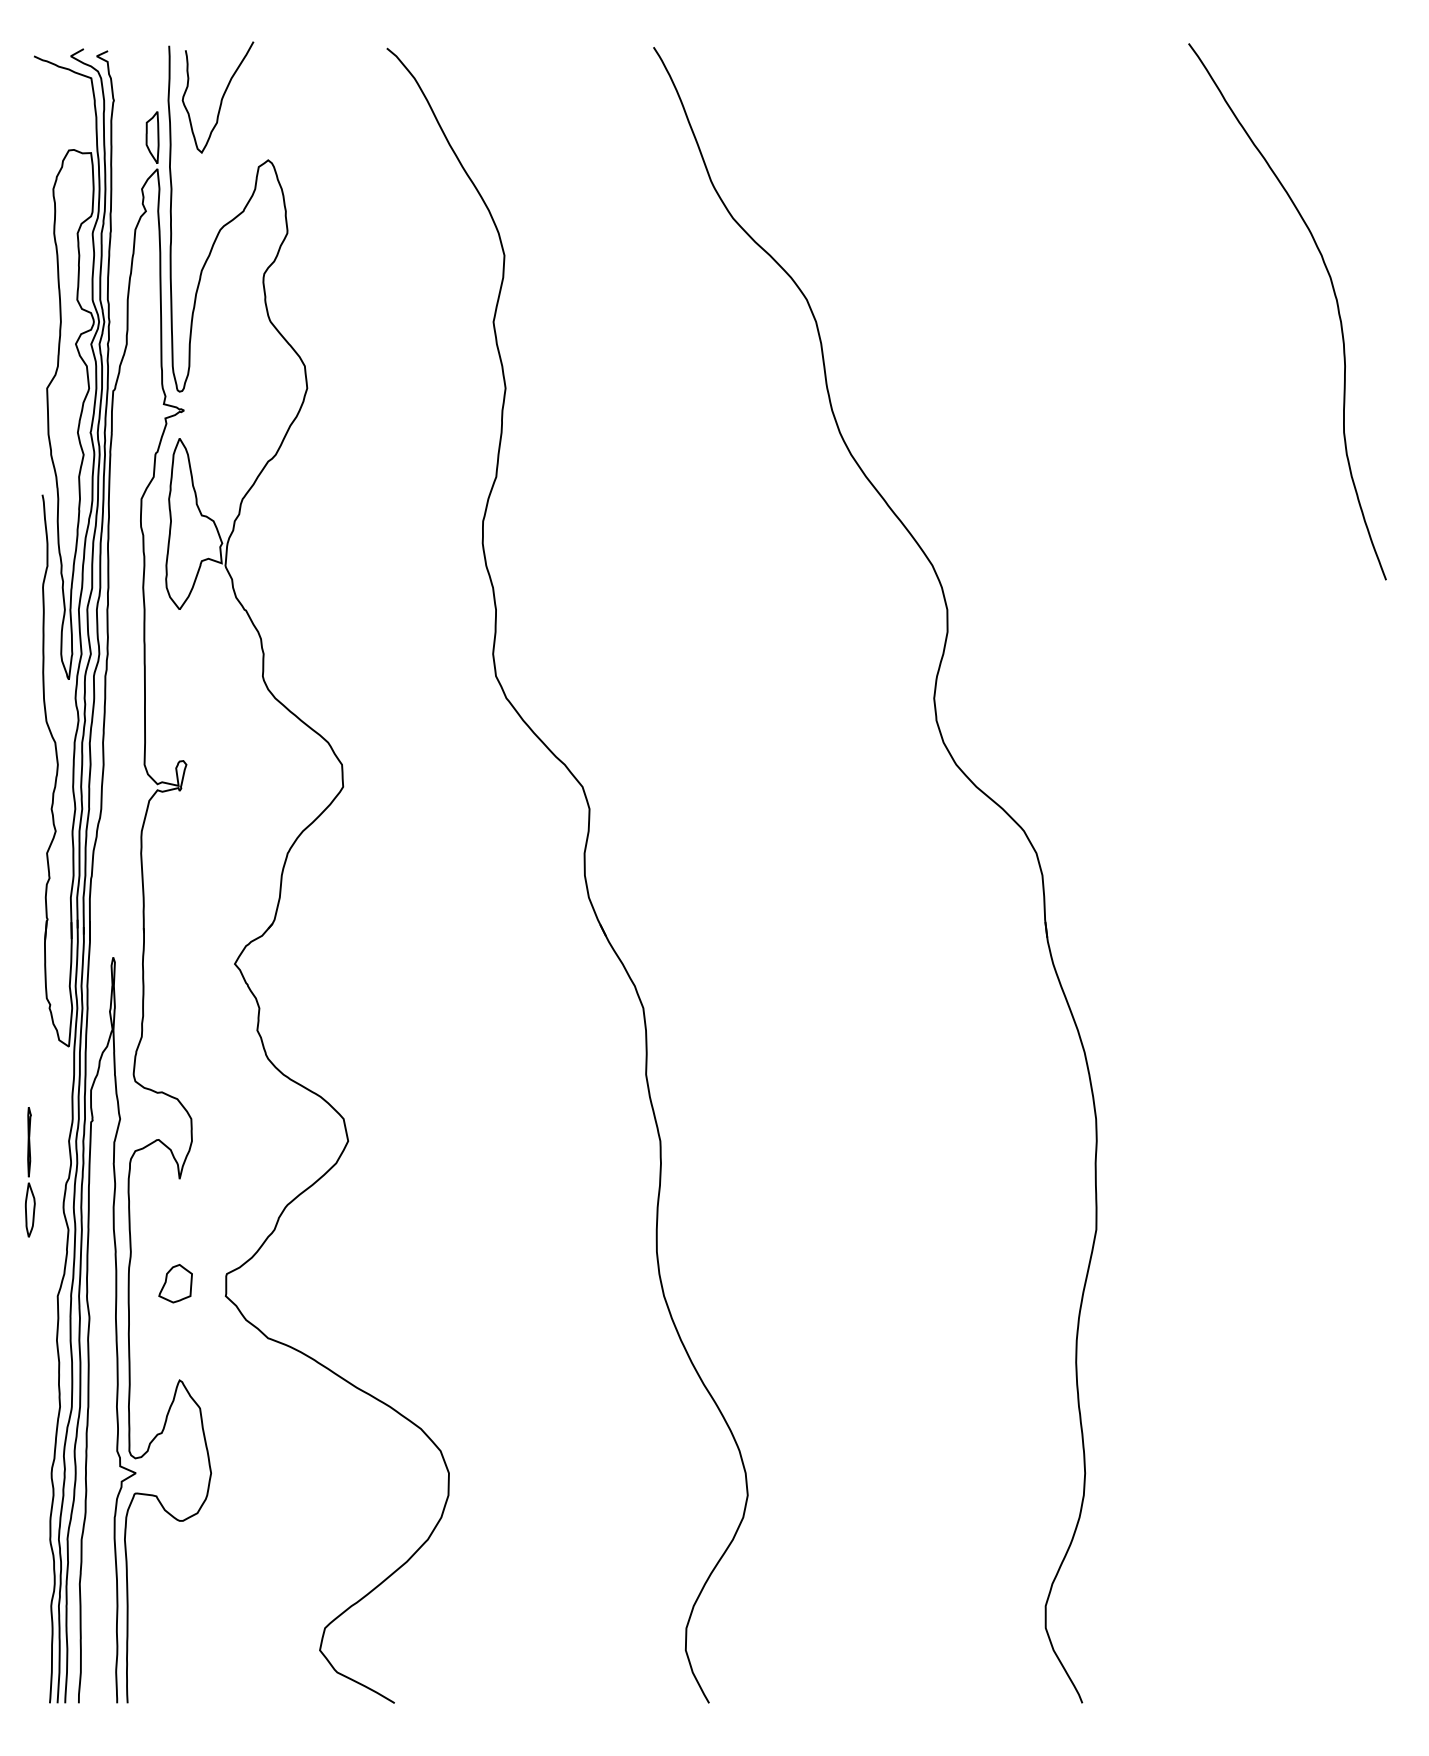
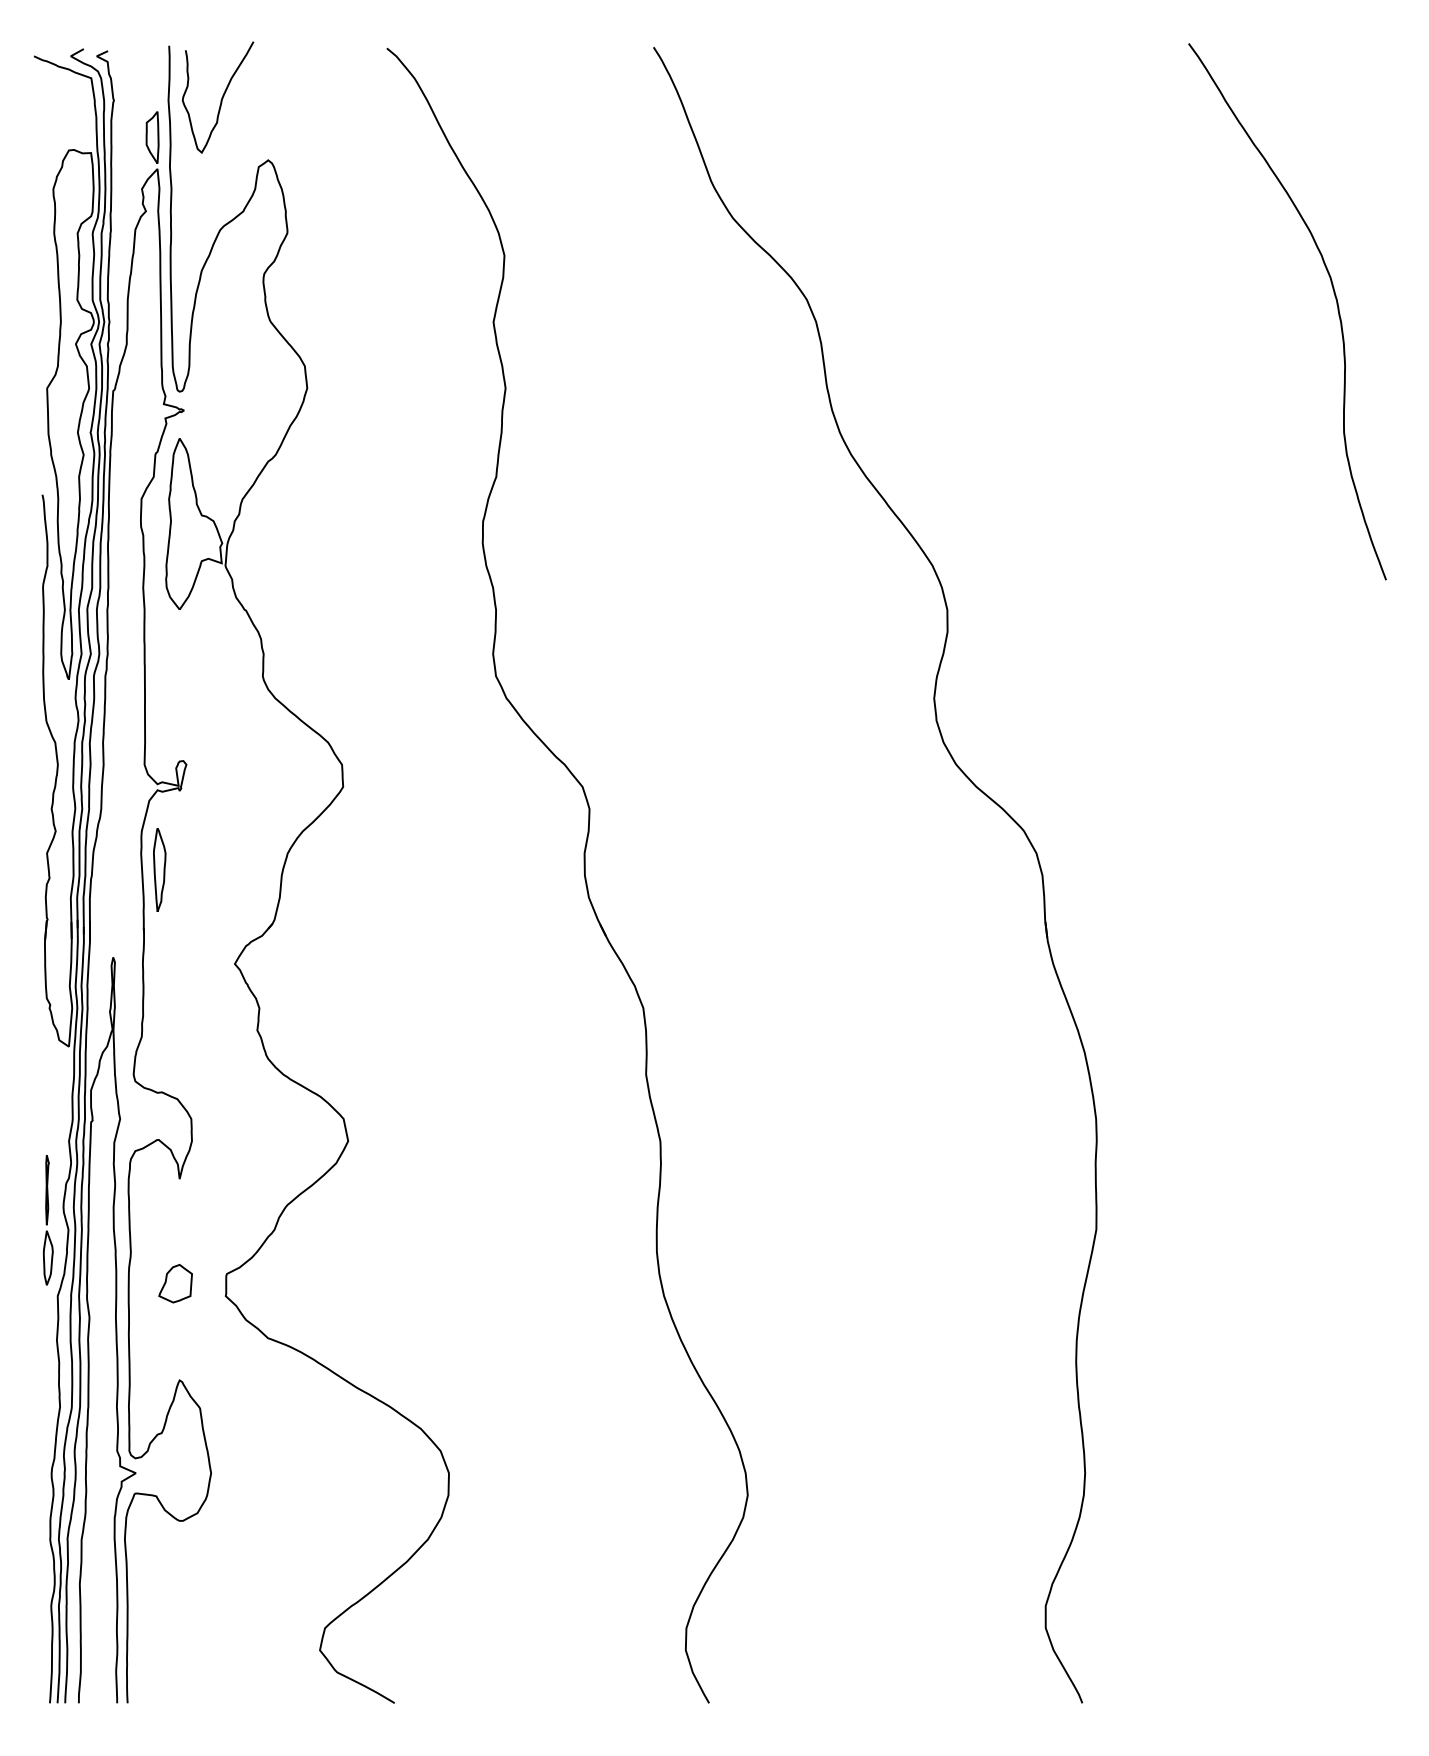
part at (159, 869): none -> present
part at (29, 1172) position: (29, 1172) -> (47, 1220)
